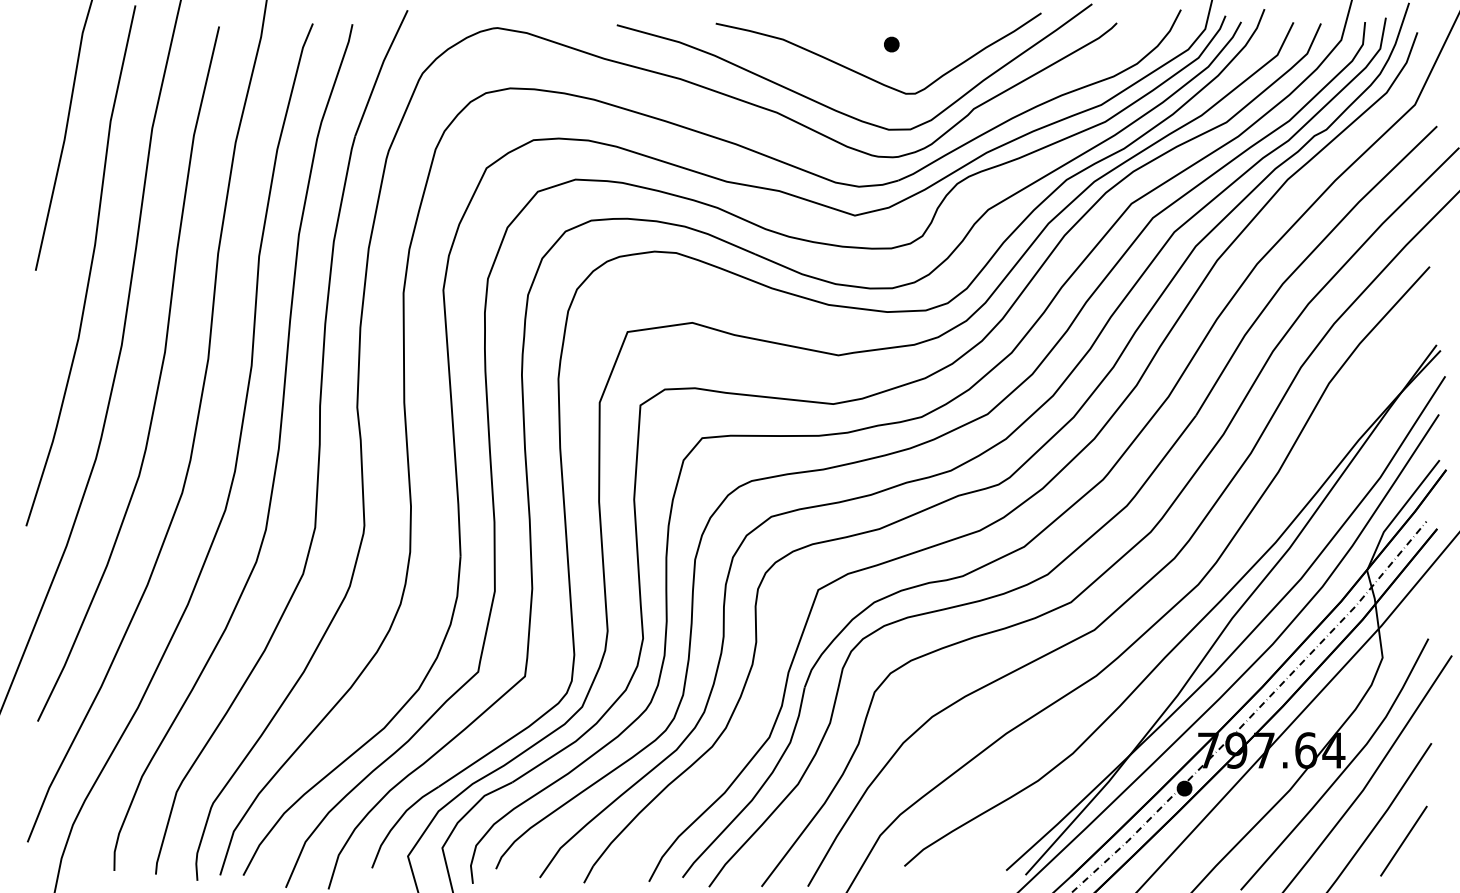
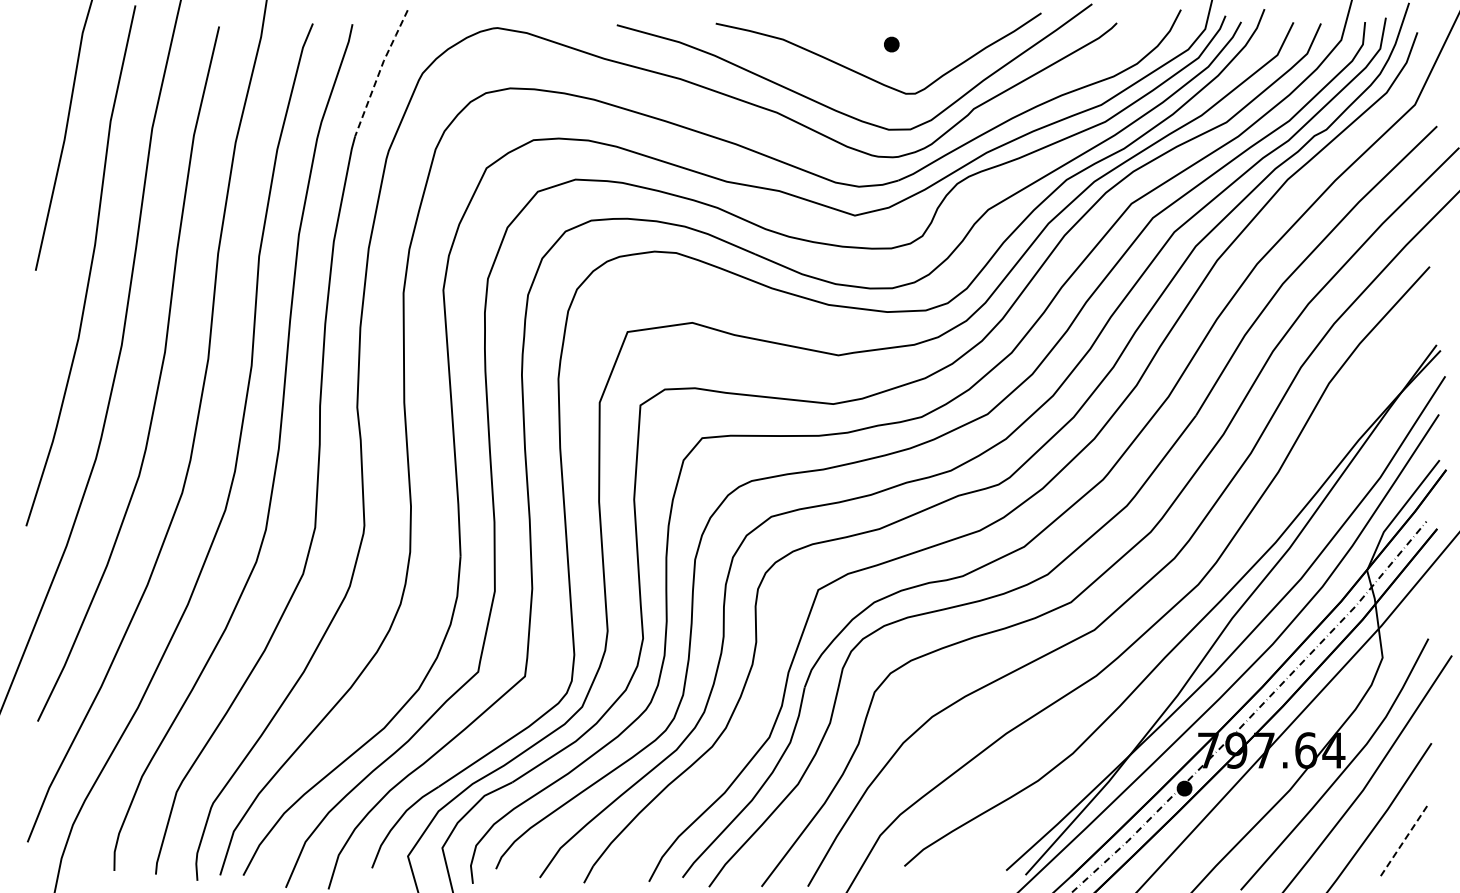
line at (379, 71): solid -> dashed
line at (1403, 841): solid -> dashed
